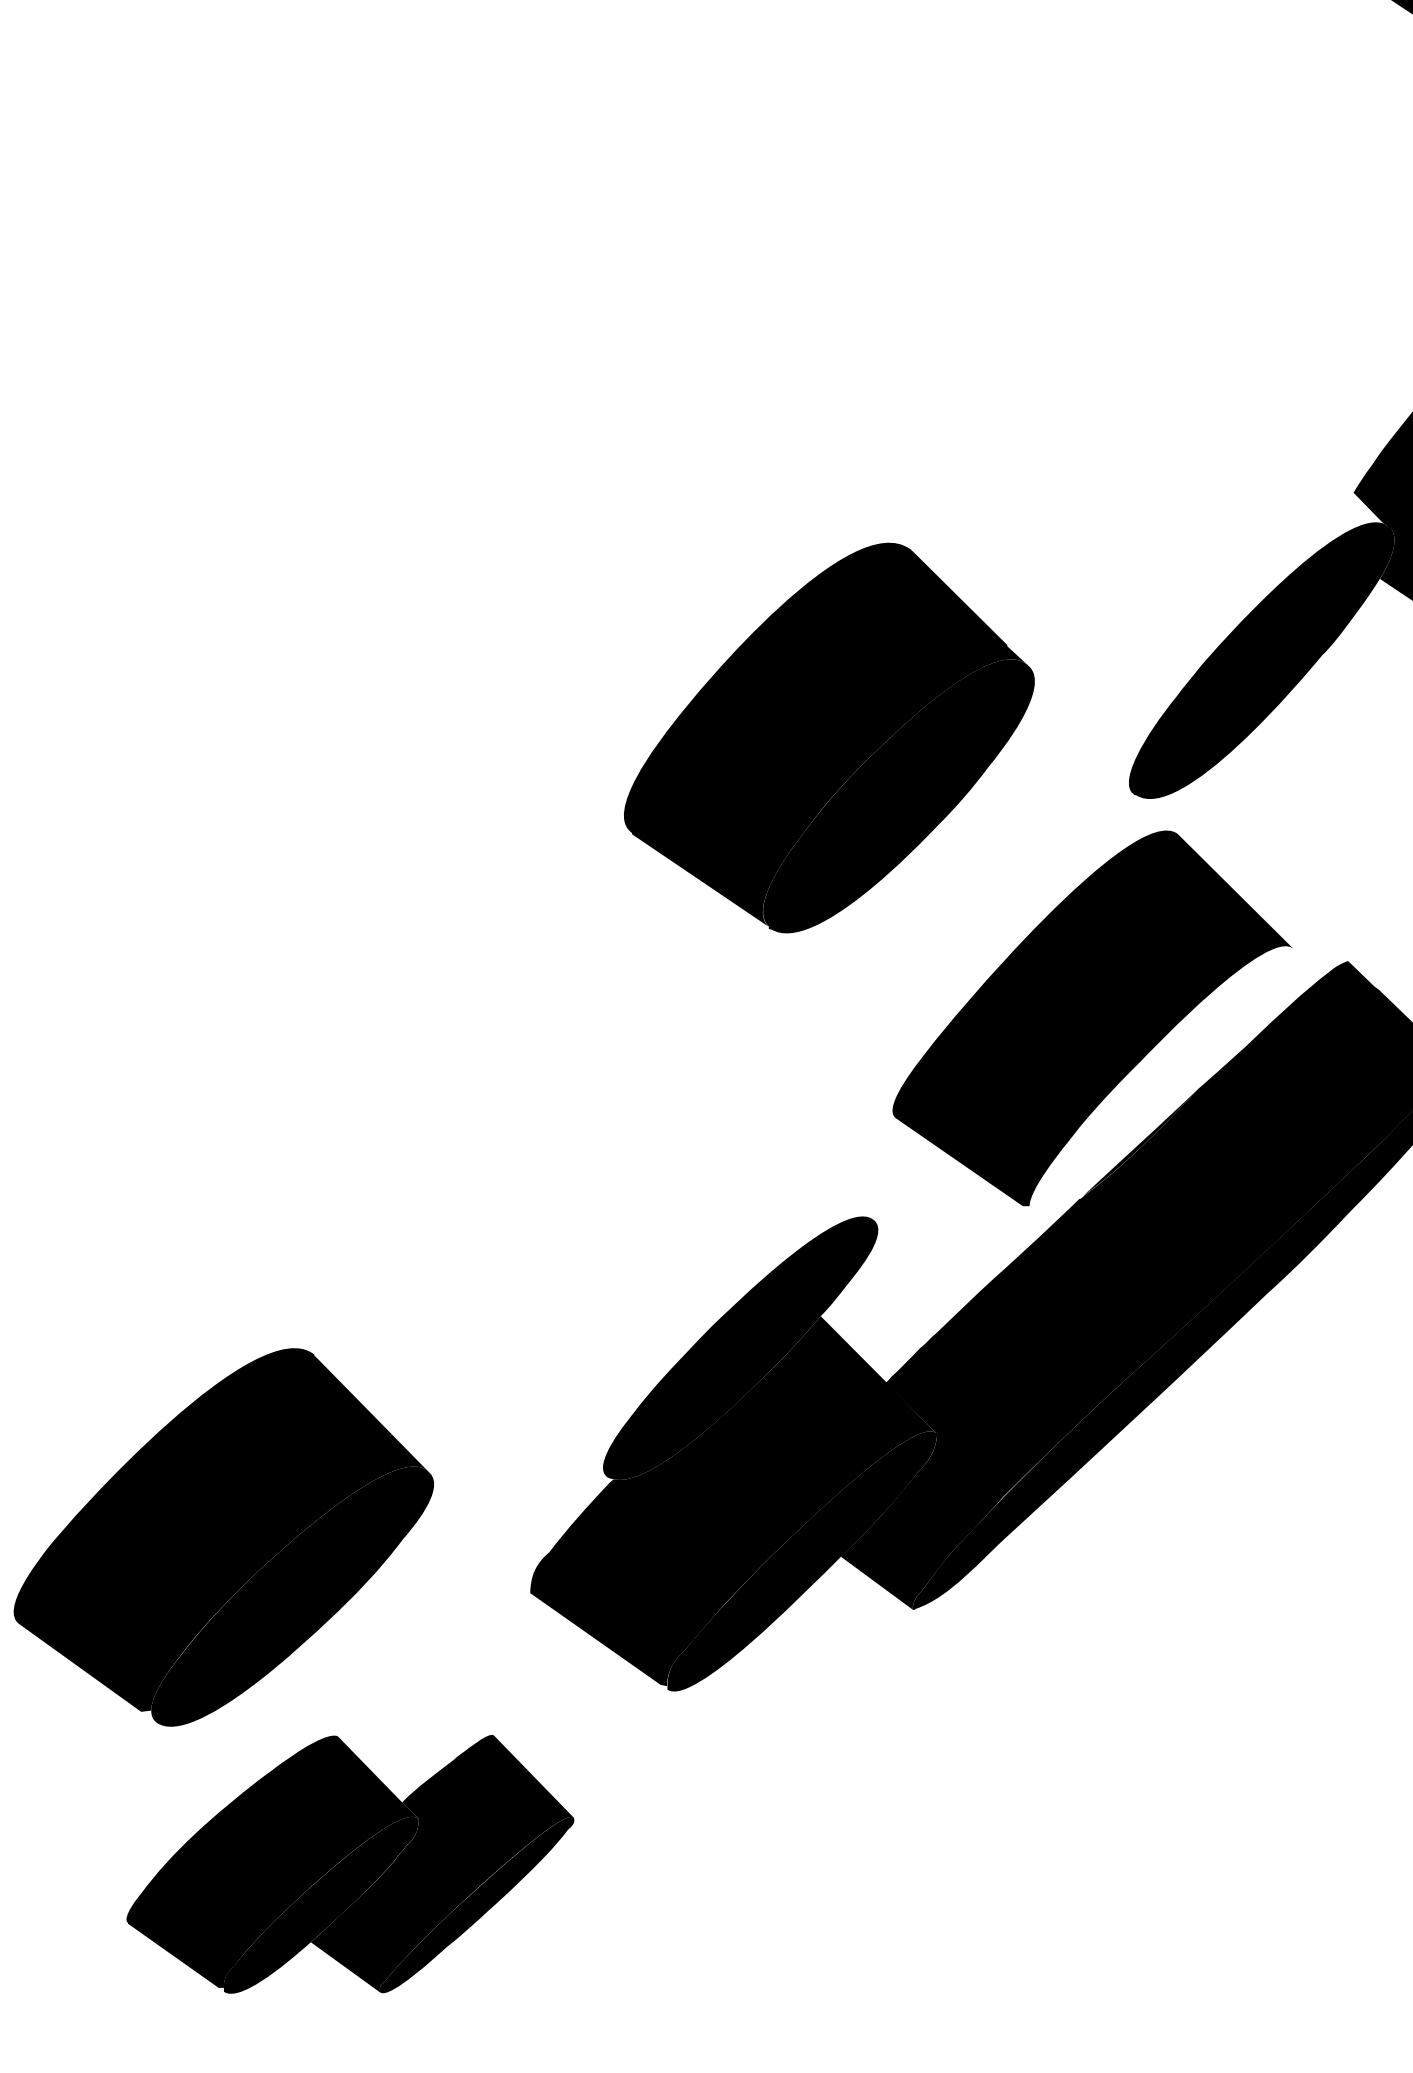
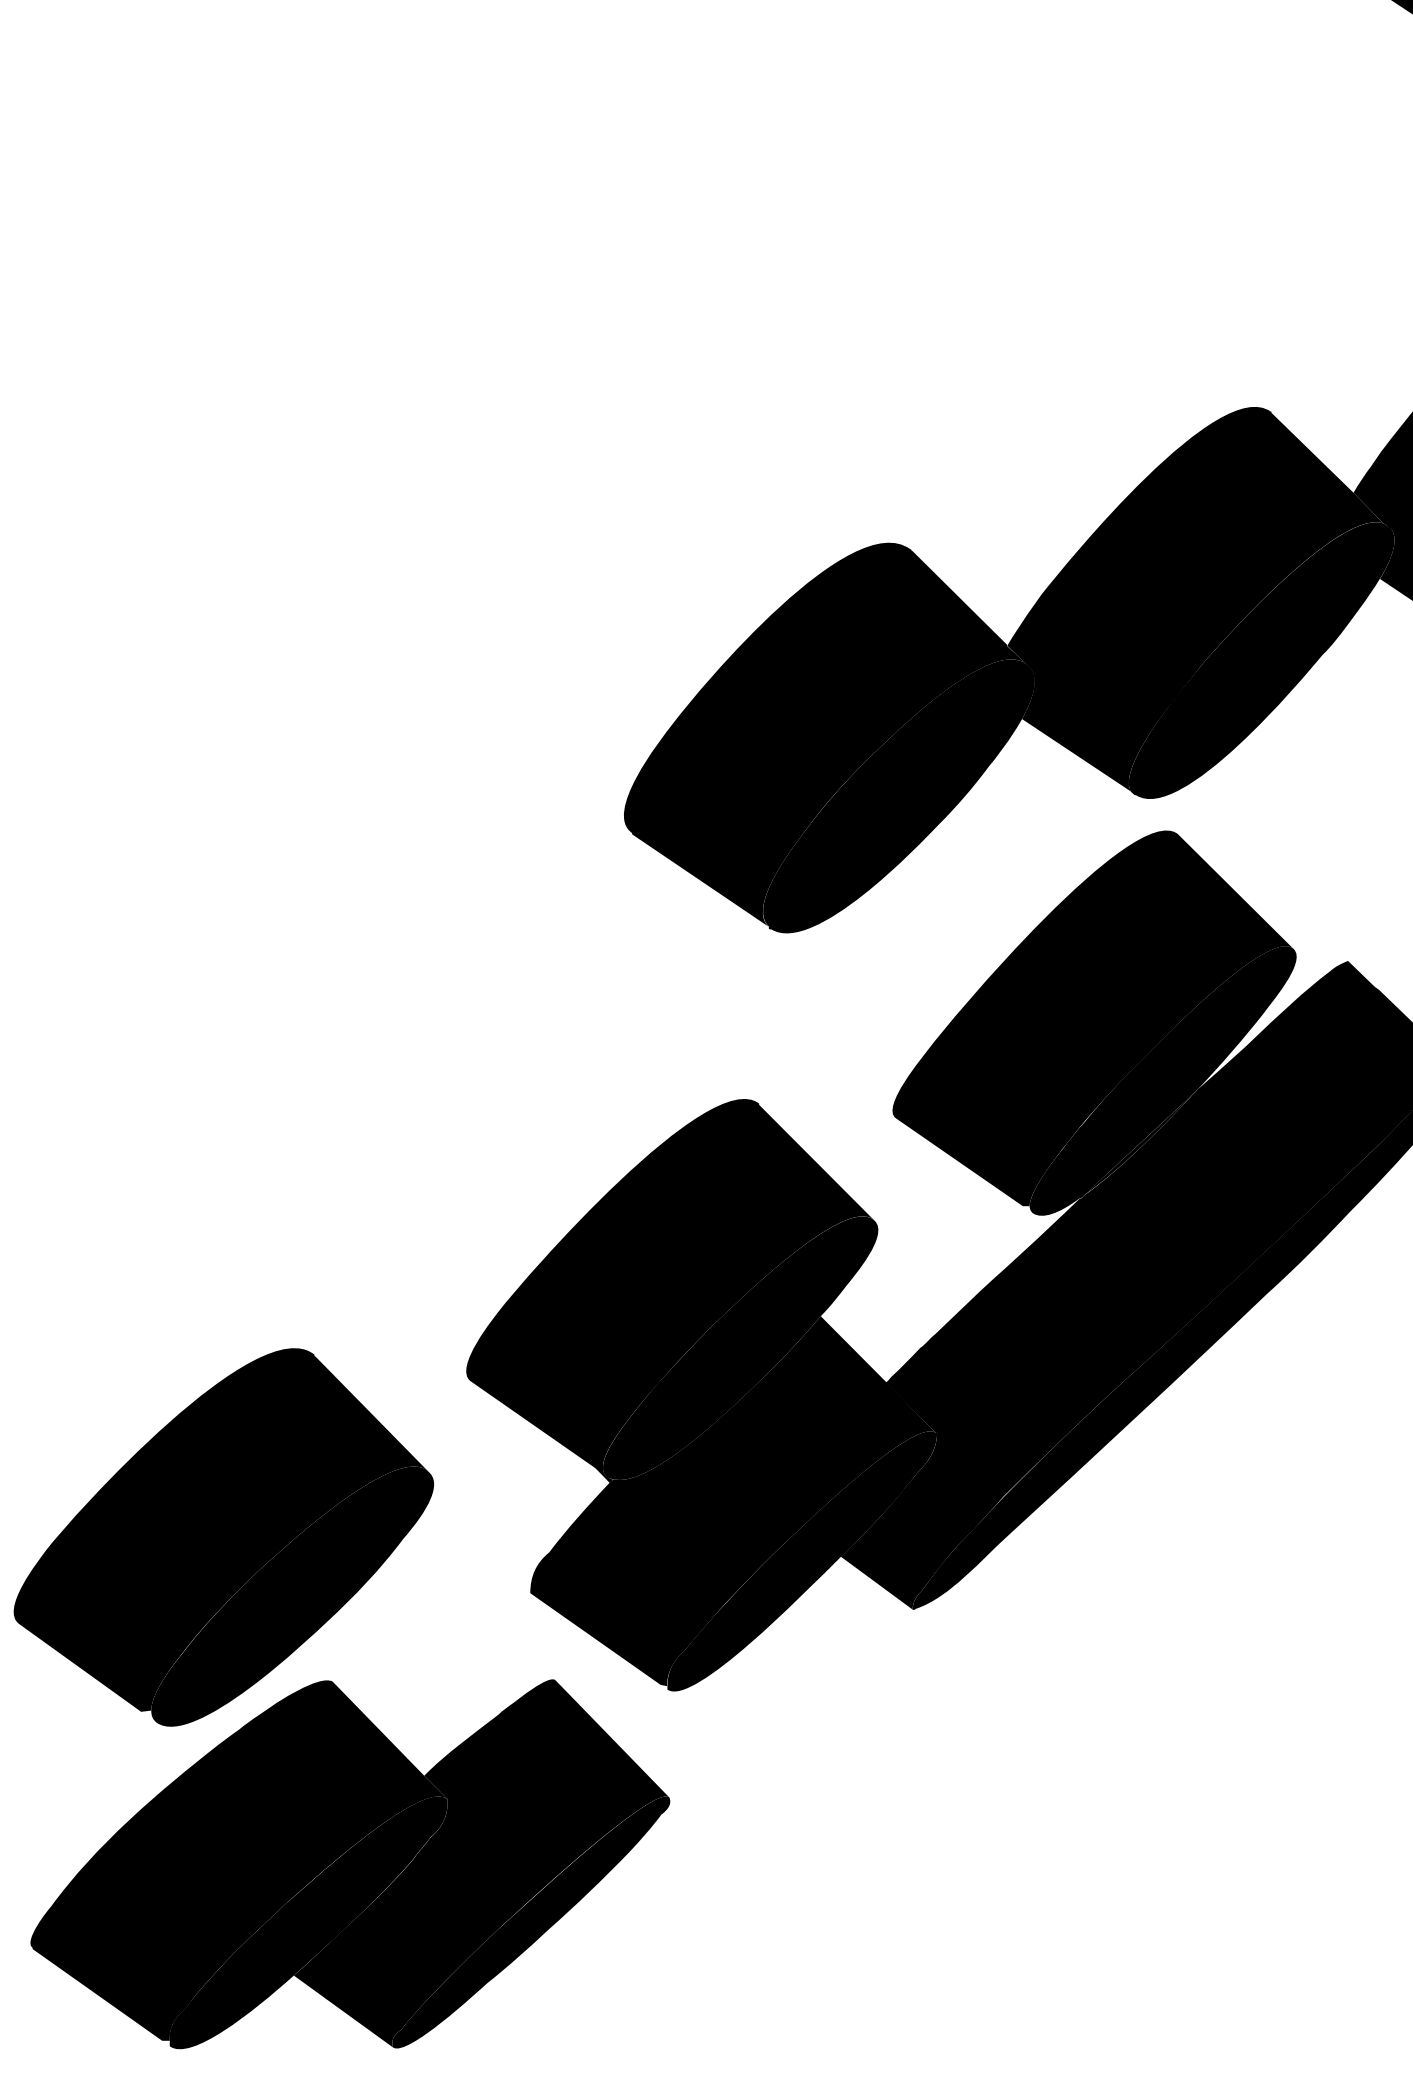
fill at (1195, 598): none -> present
fill at (1162, 1080): none -> present
fill at (670, 1291): none -> present
part at (350, 1864) size: 449x259 px -> 641x371 px
